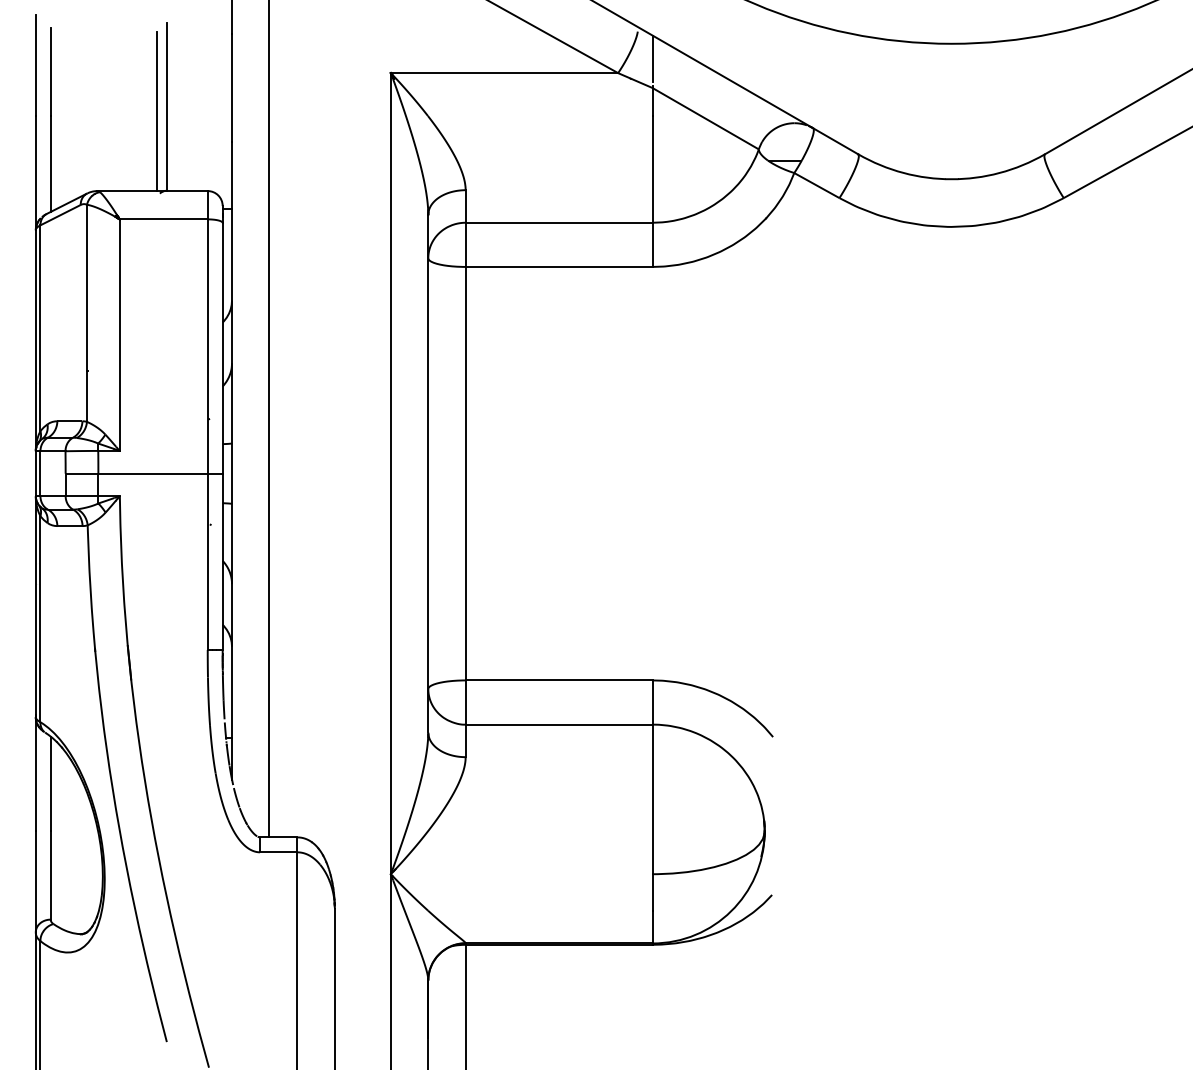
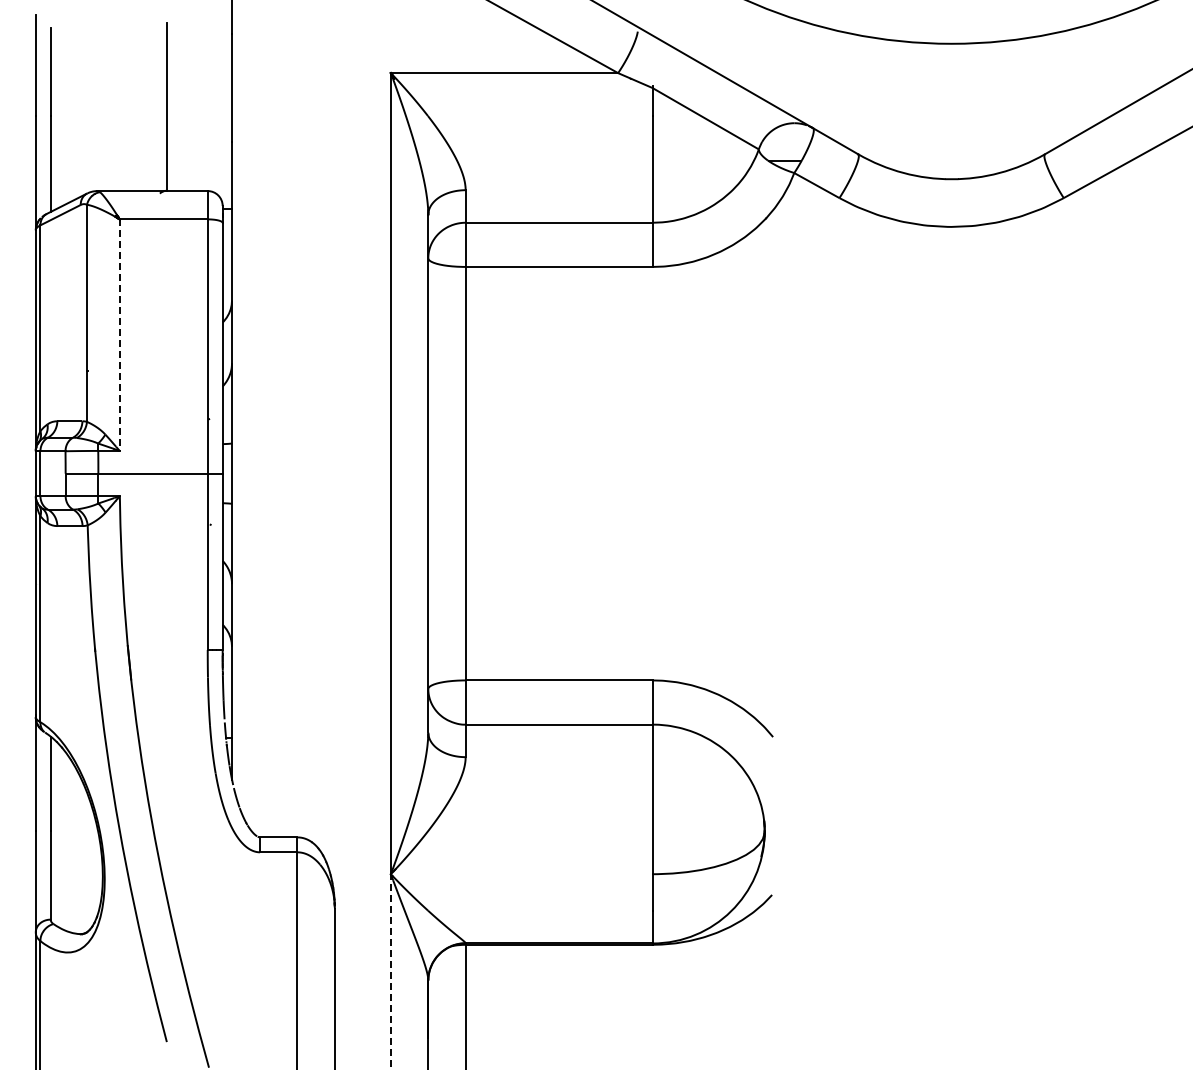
line at (652, 58): present -> none
line at (157, 111): present -> none
line at (119, 335): solid -> dashed
line at (269, 419): present -> none
line at (390, 971): solid -> dashed
